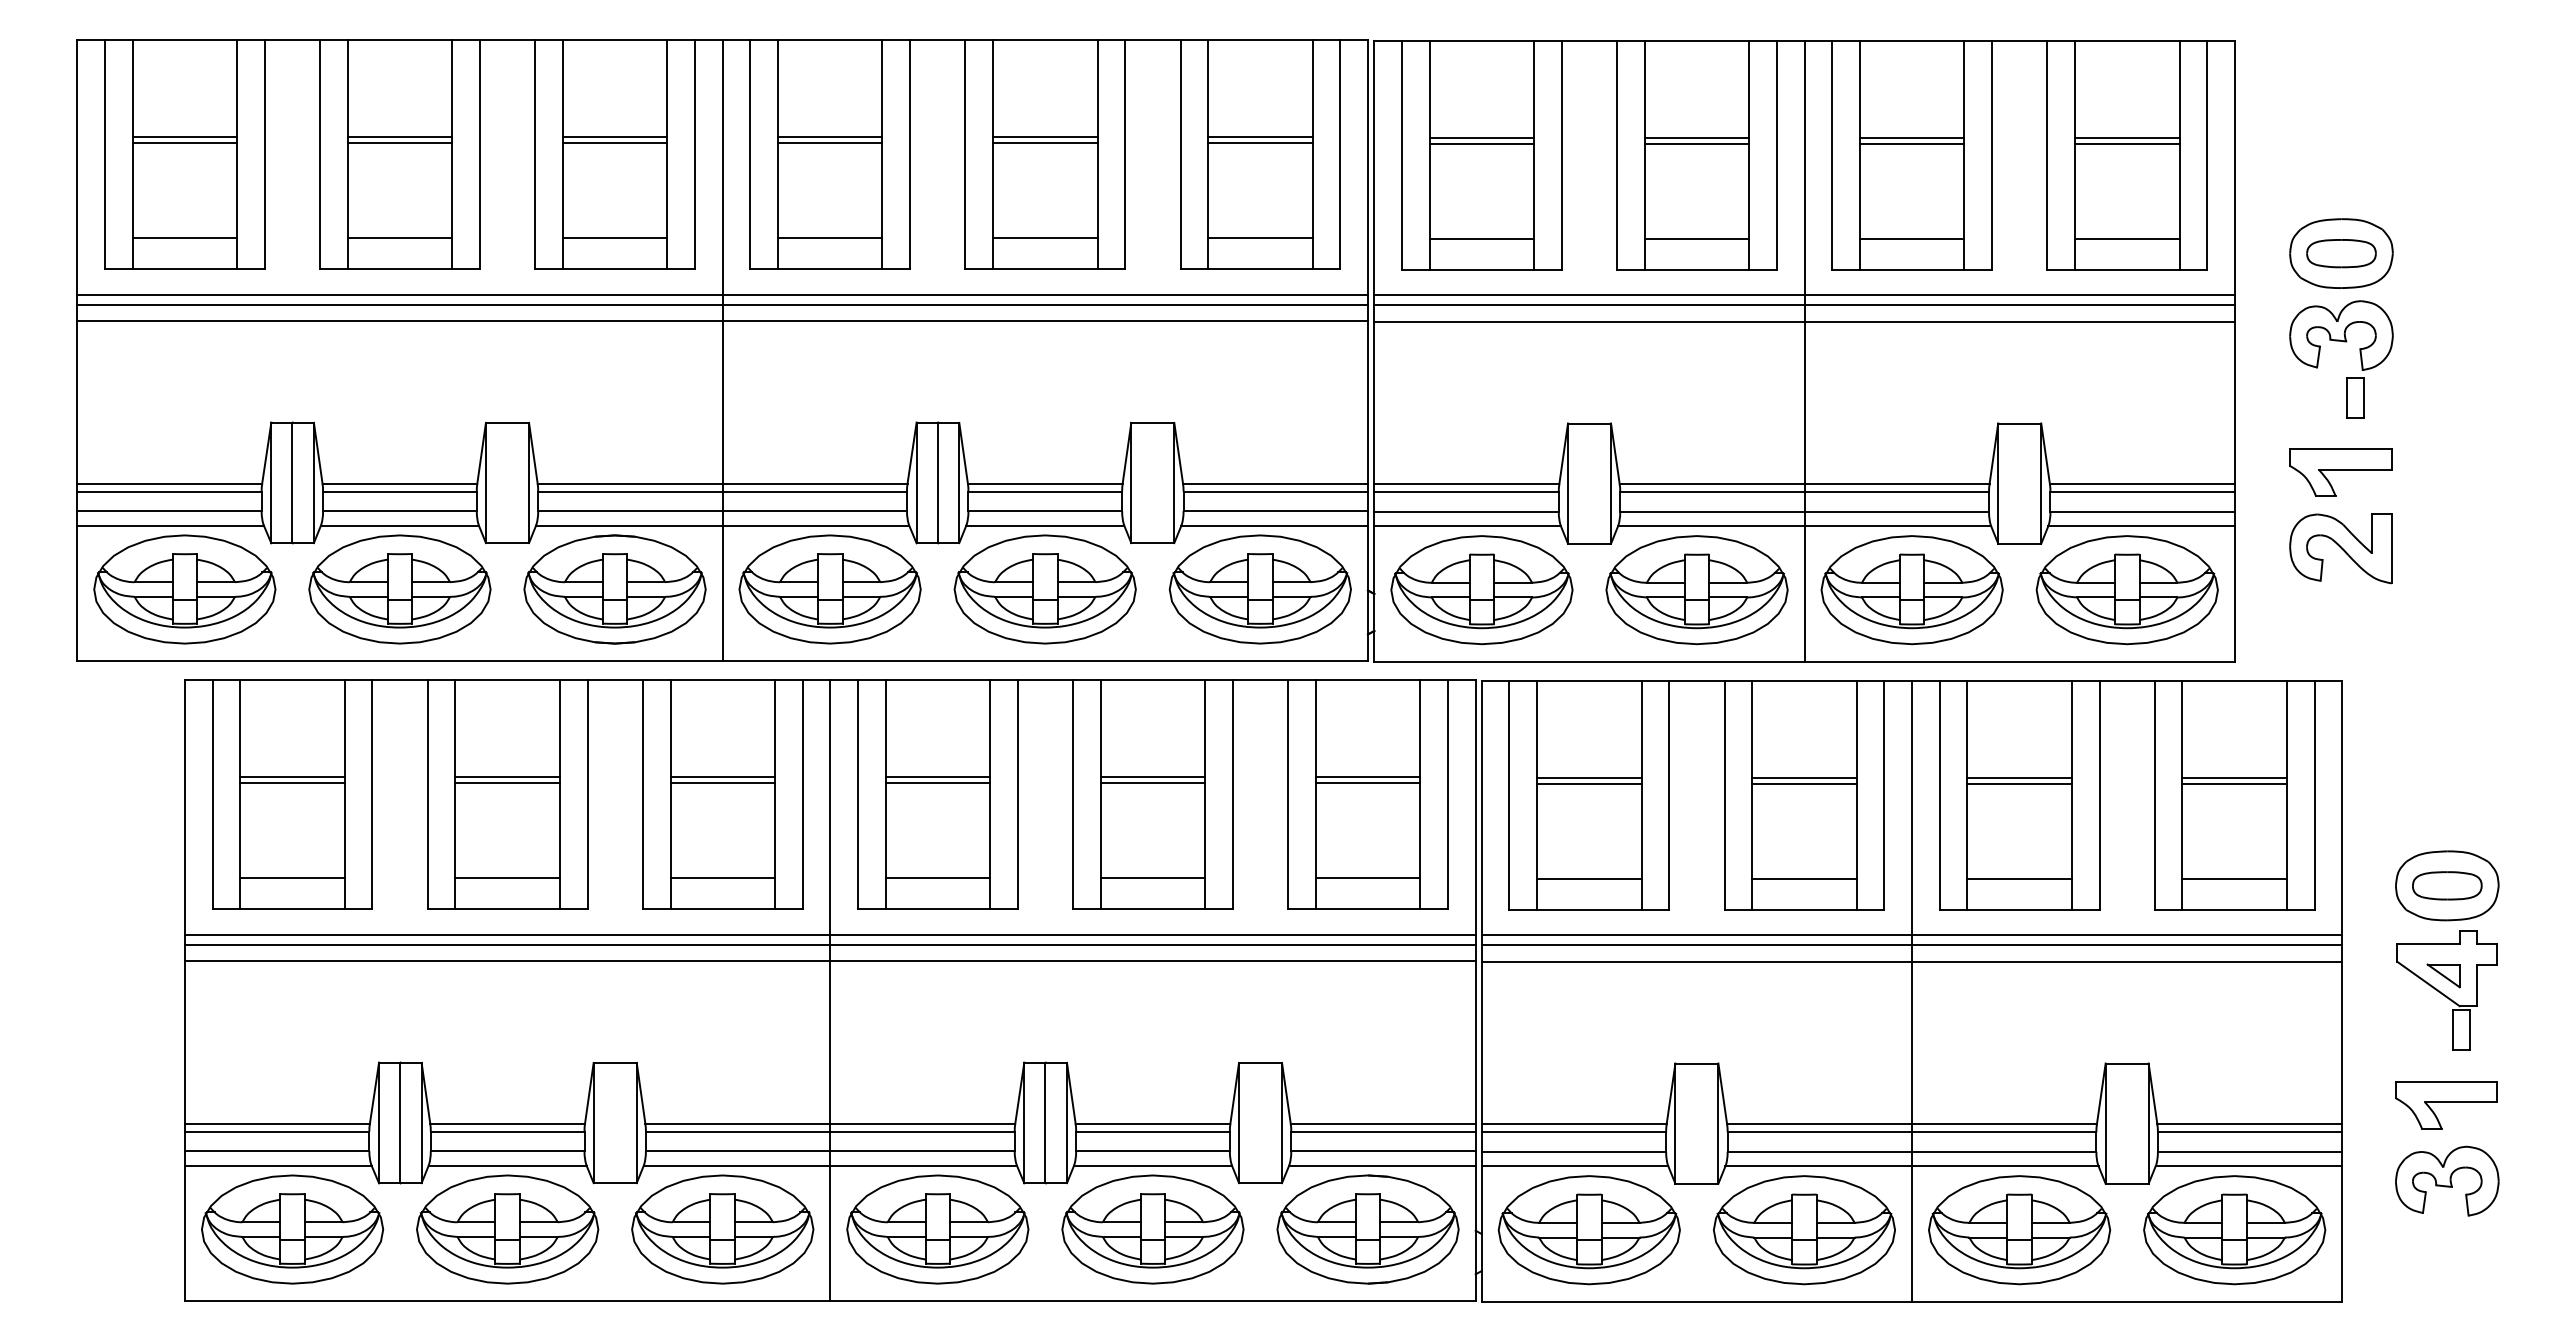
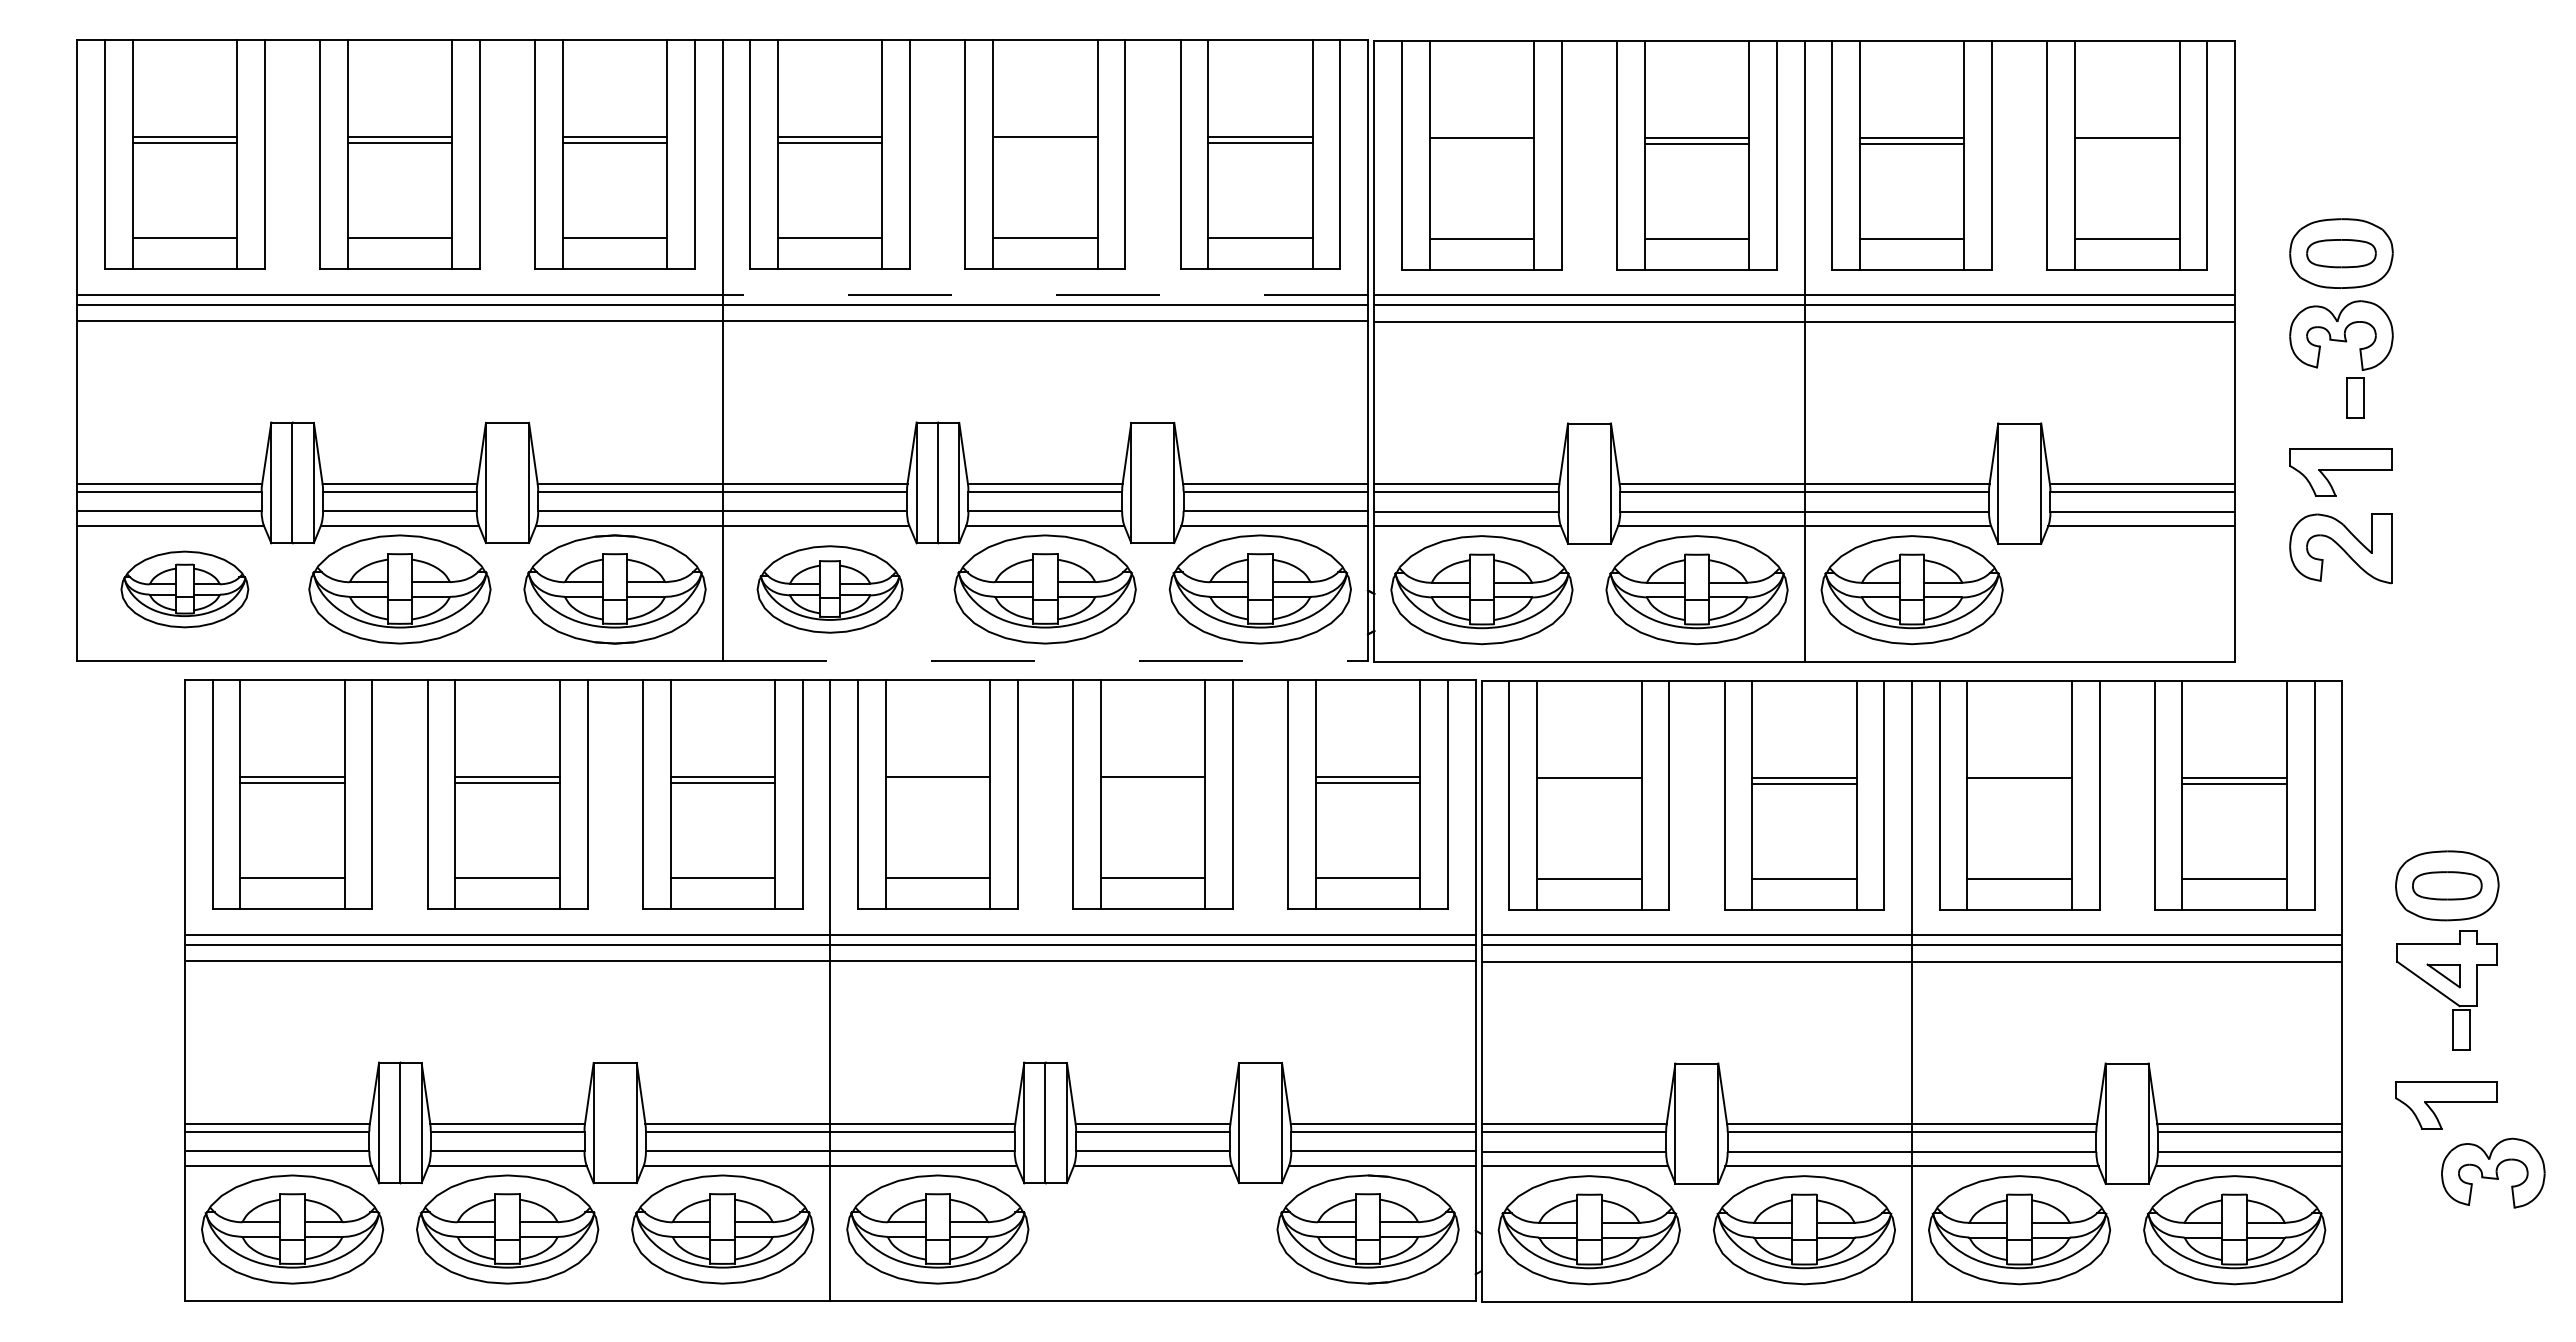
line at (1045, 143): present -> none
line at (1481, 143): present -> none
line at (2127, 143): present -> none
line at (1045, 294): solid -> dashed
part at (184, 589) size: 184x111 px -> 130x79 px
part at (829, 589) size: 184x111 px -> 148x89 px
part at (2126, 590): present -> none
line at (1045, 661): solid -> dashed
line at (937, 783): present -> none
line at (1152, 783): present -> none
line at (1589, 783): present -> none
line at (2019, 783): present -> none
part at (2447, 1180) position: (2447, 1180) -> (2493, 1172)
part at (1152, 1229): present -> none
